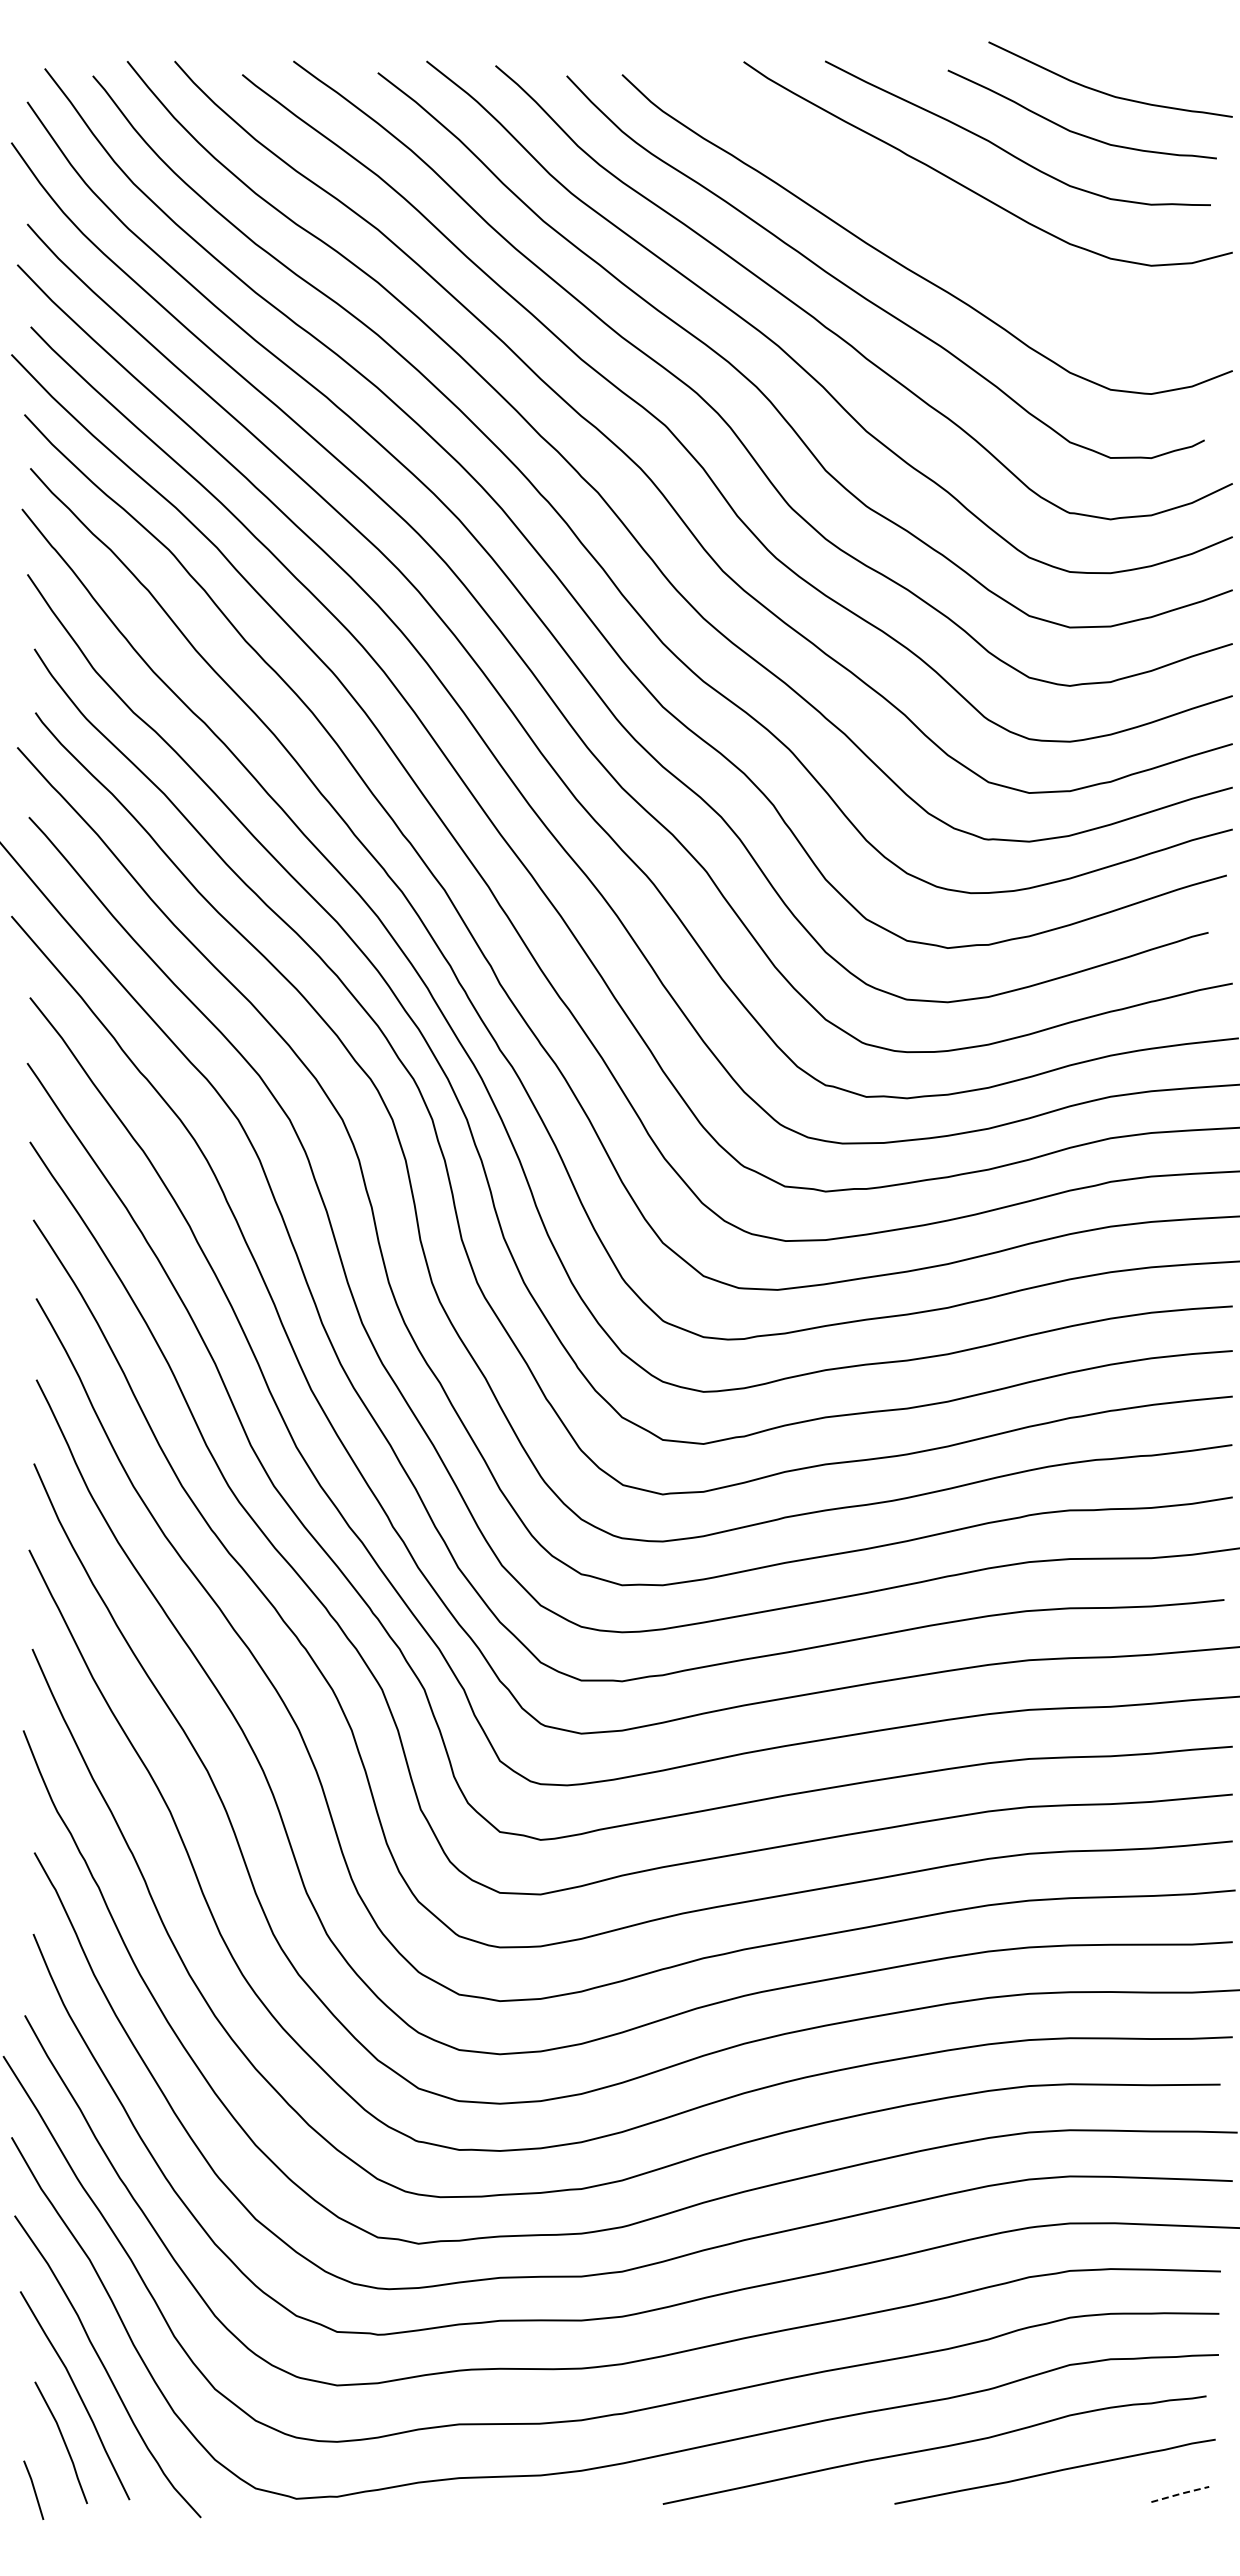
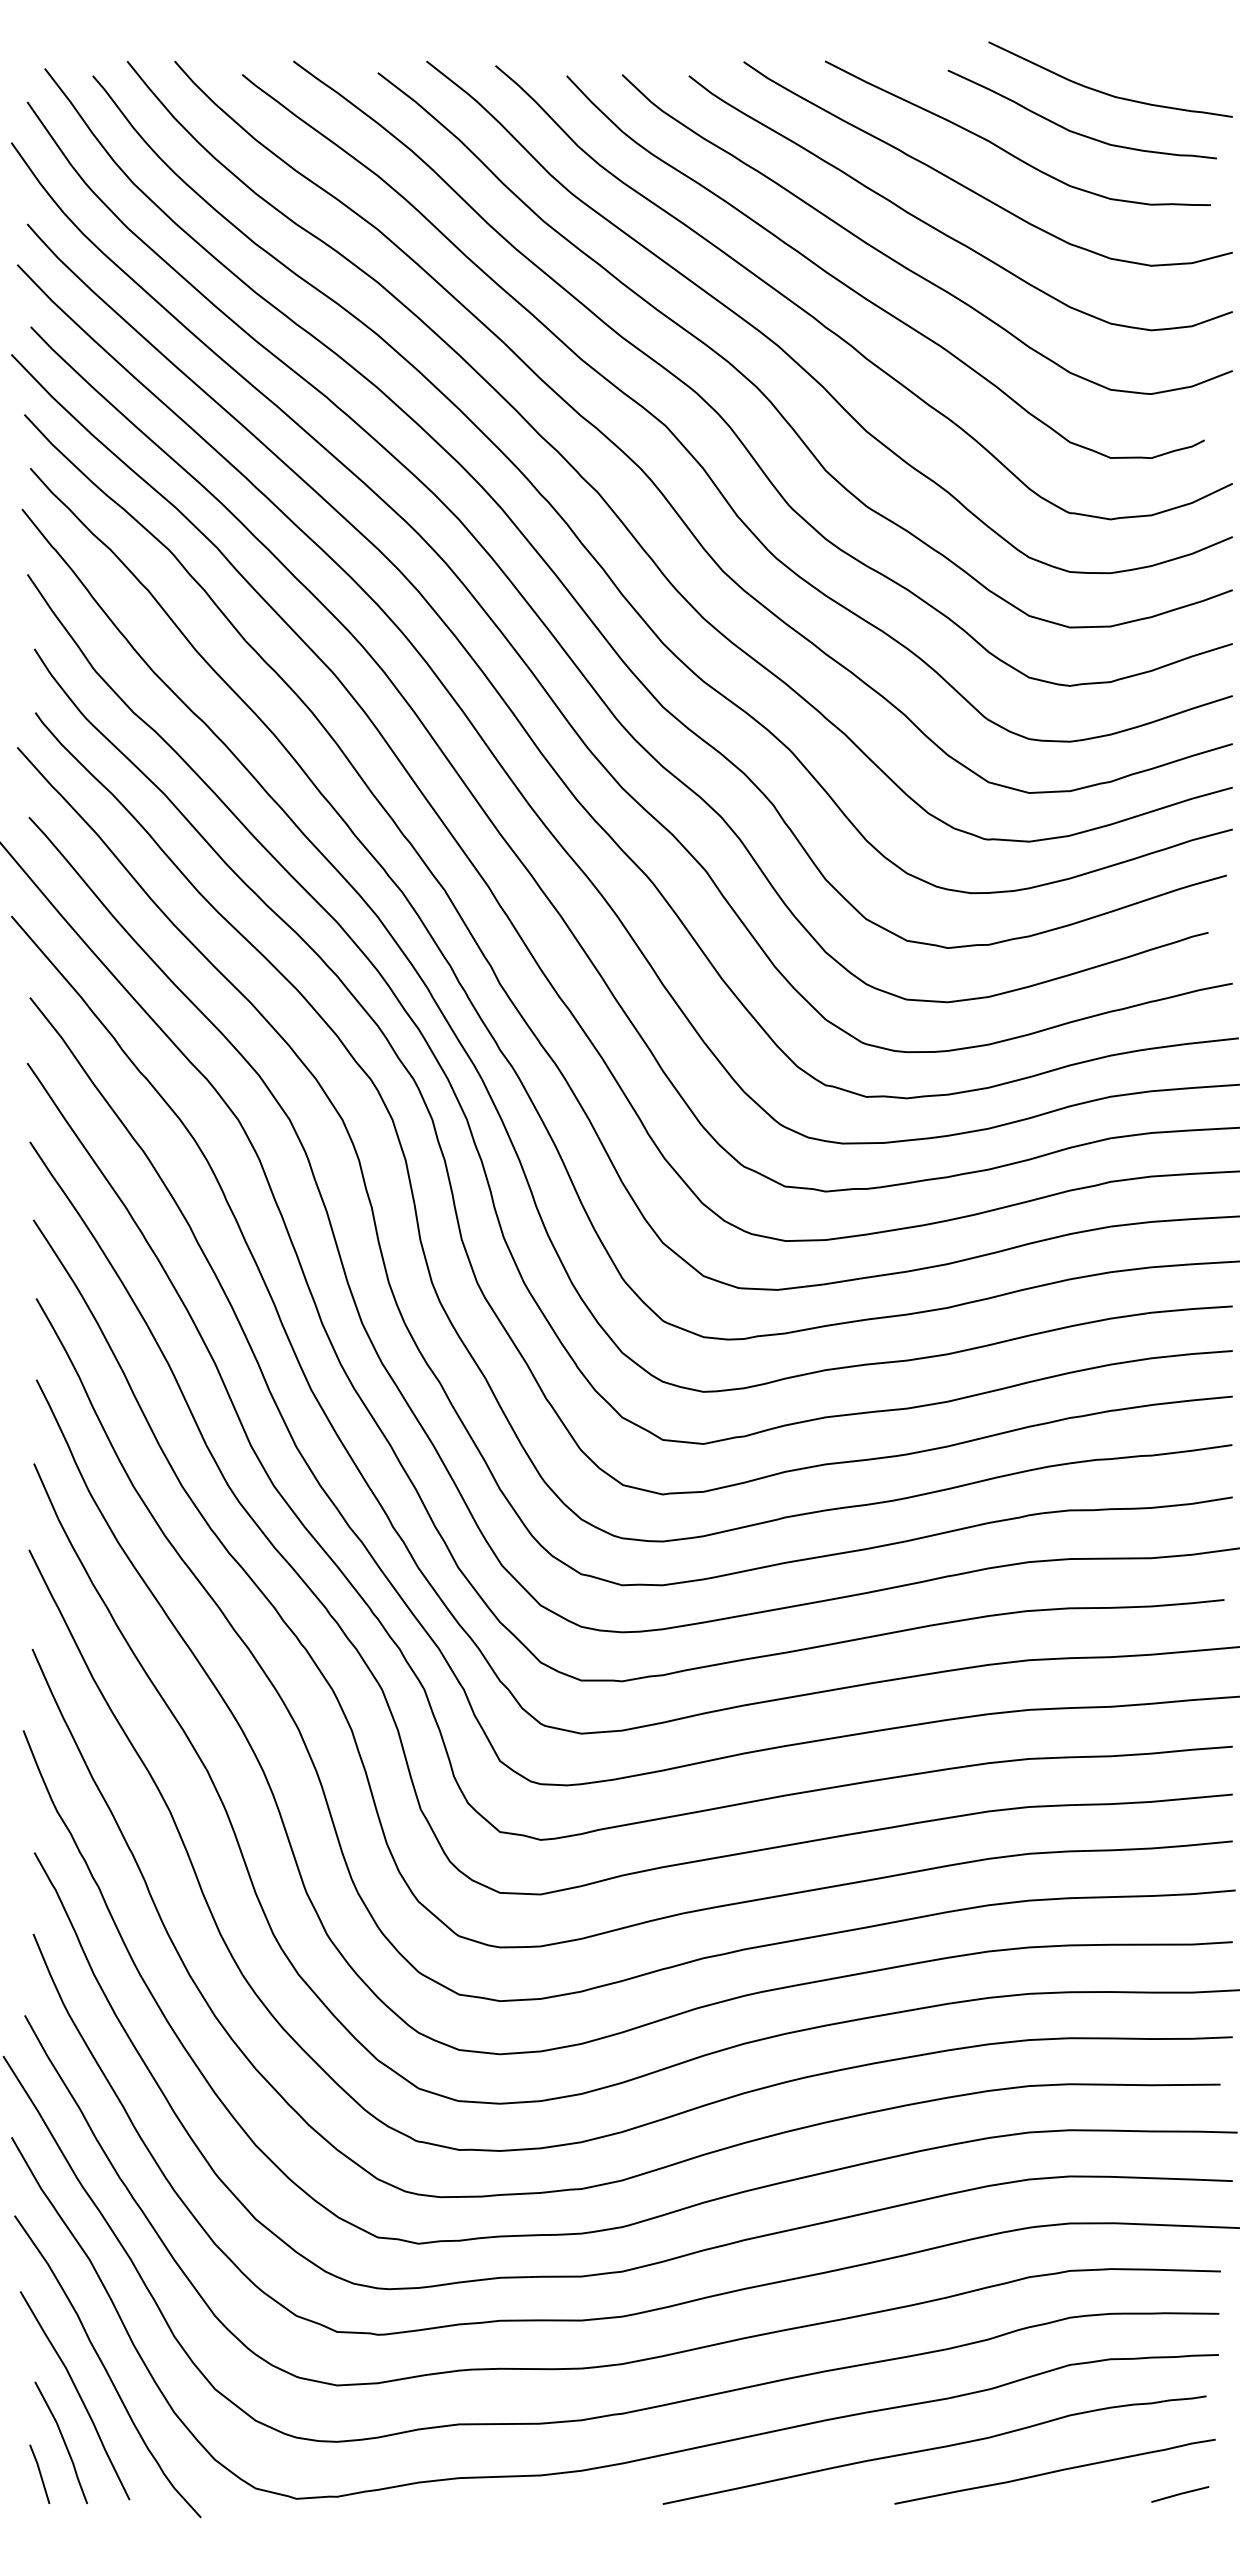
curve at (942, 231): none -> present
line at (33, 2489) position: (33, 2489) -> (39, 2473)
line at (1180, 2493): dashed -> solid
